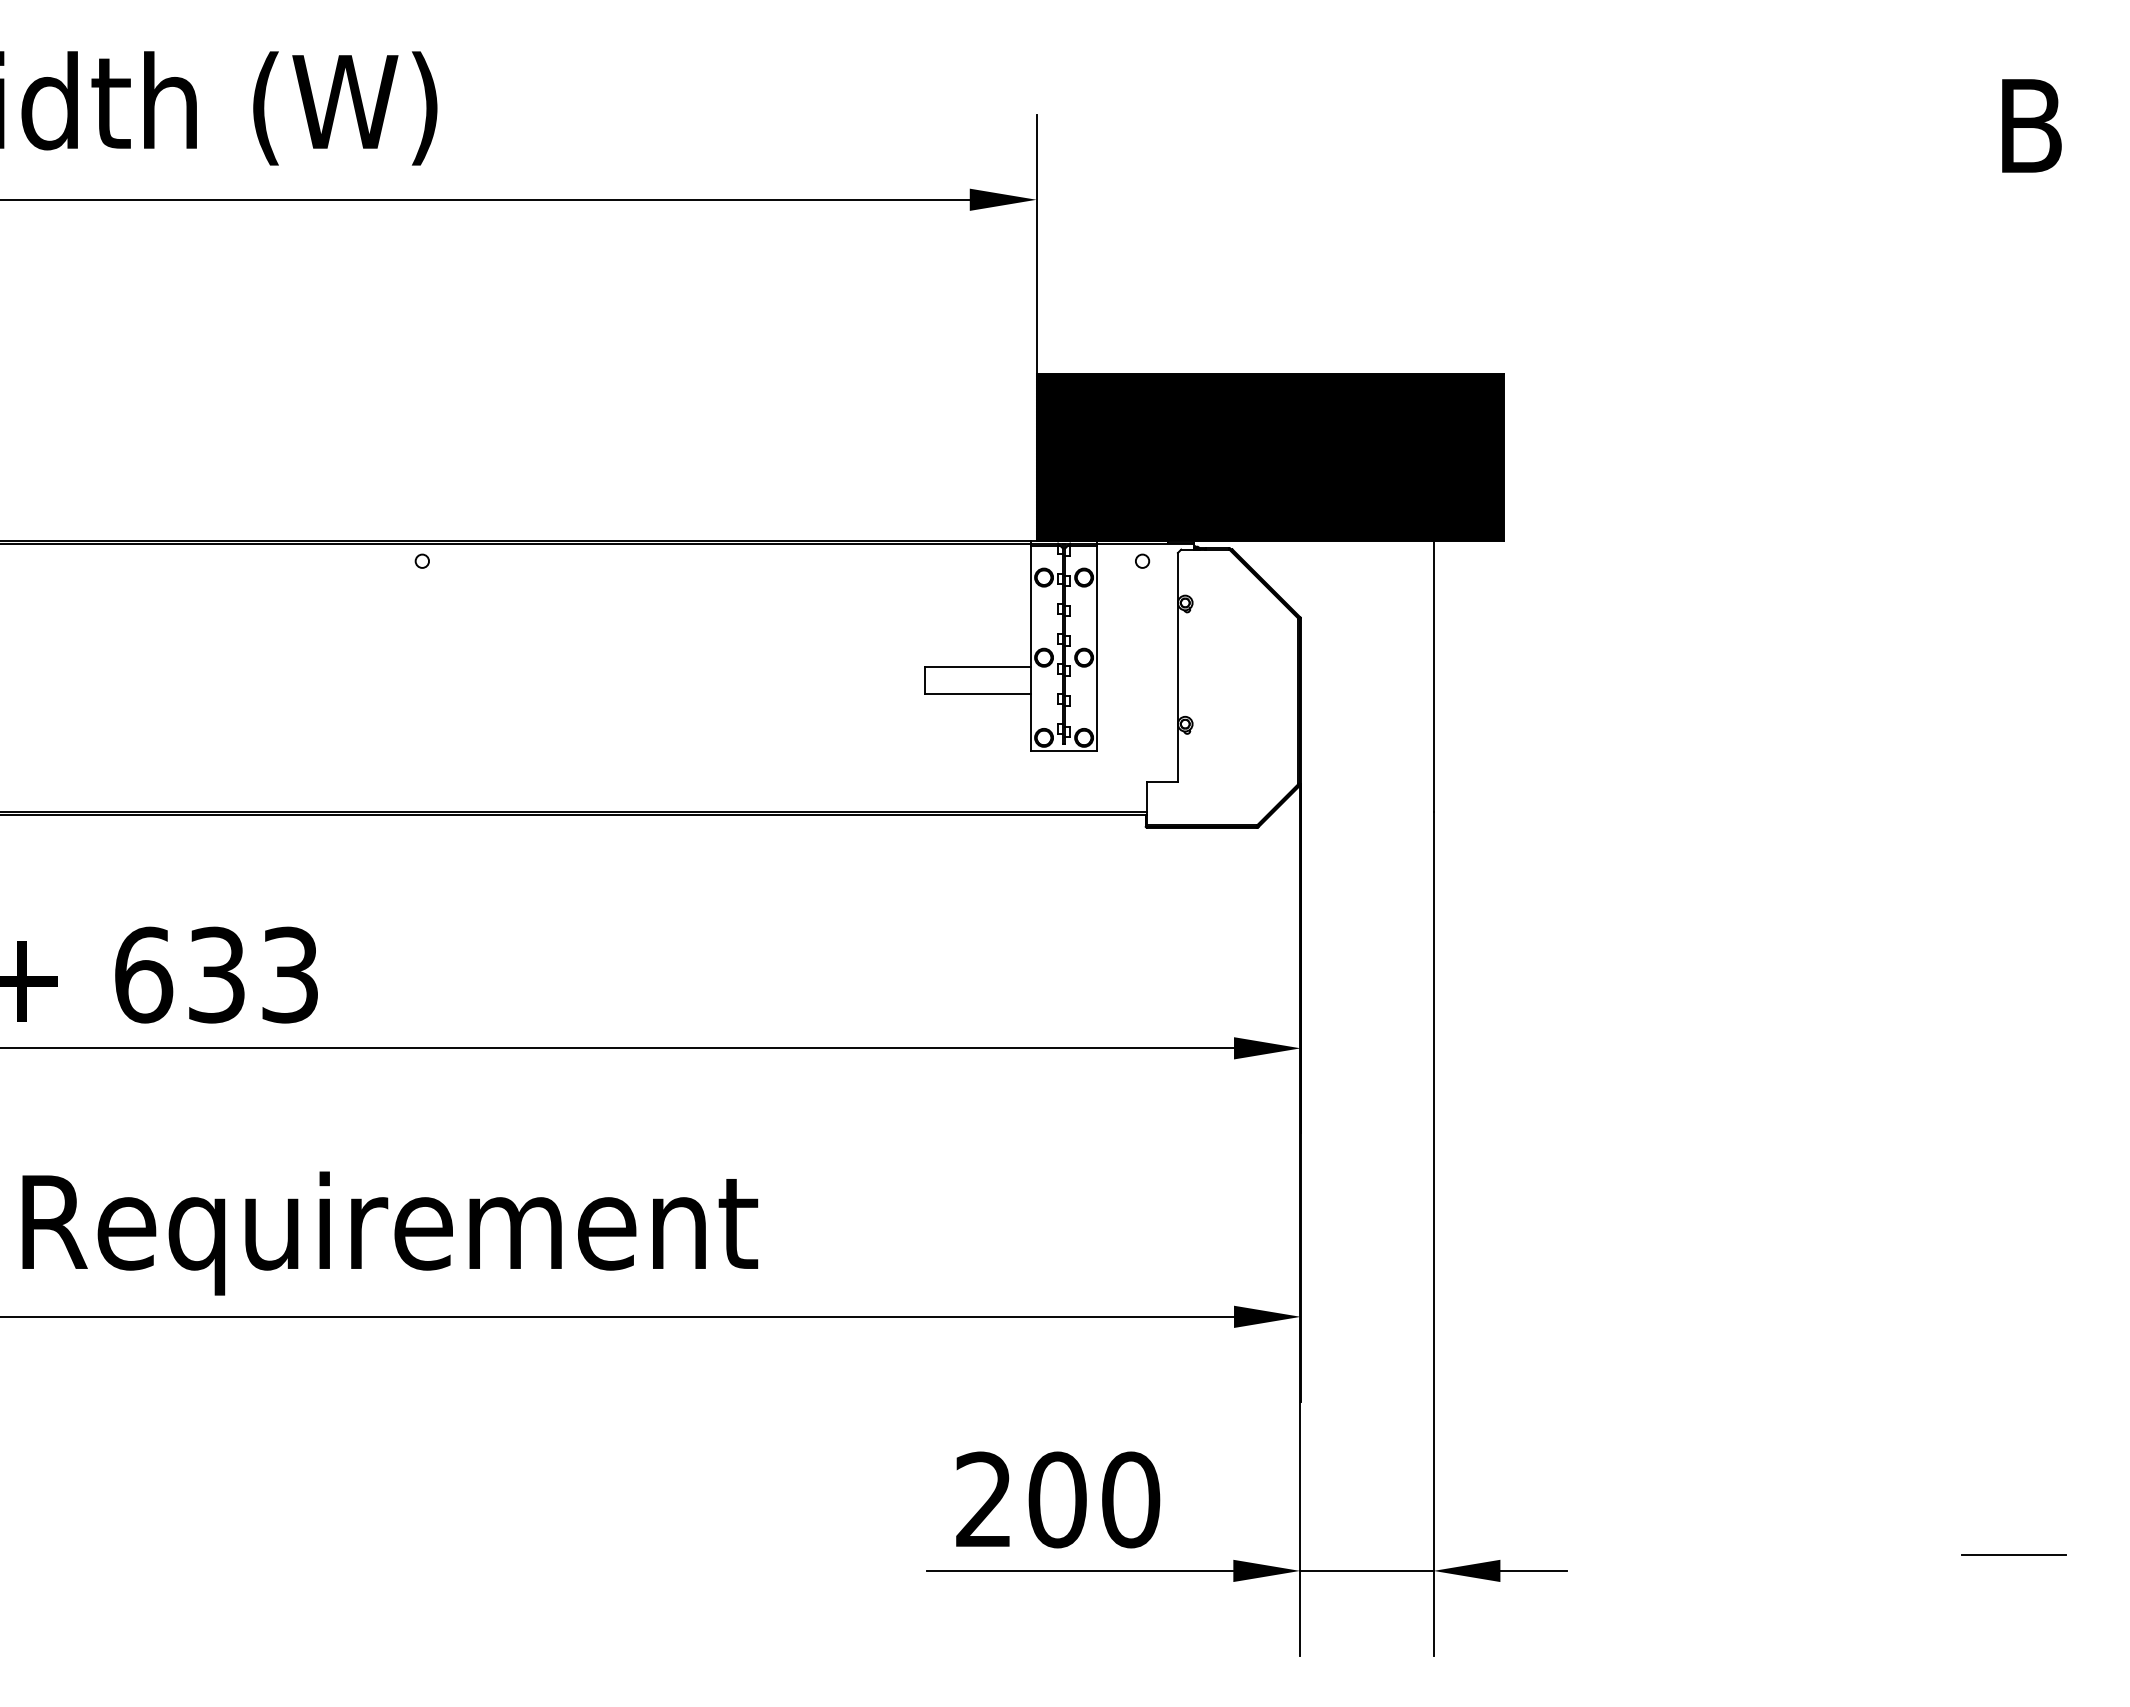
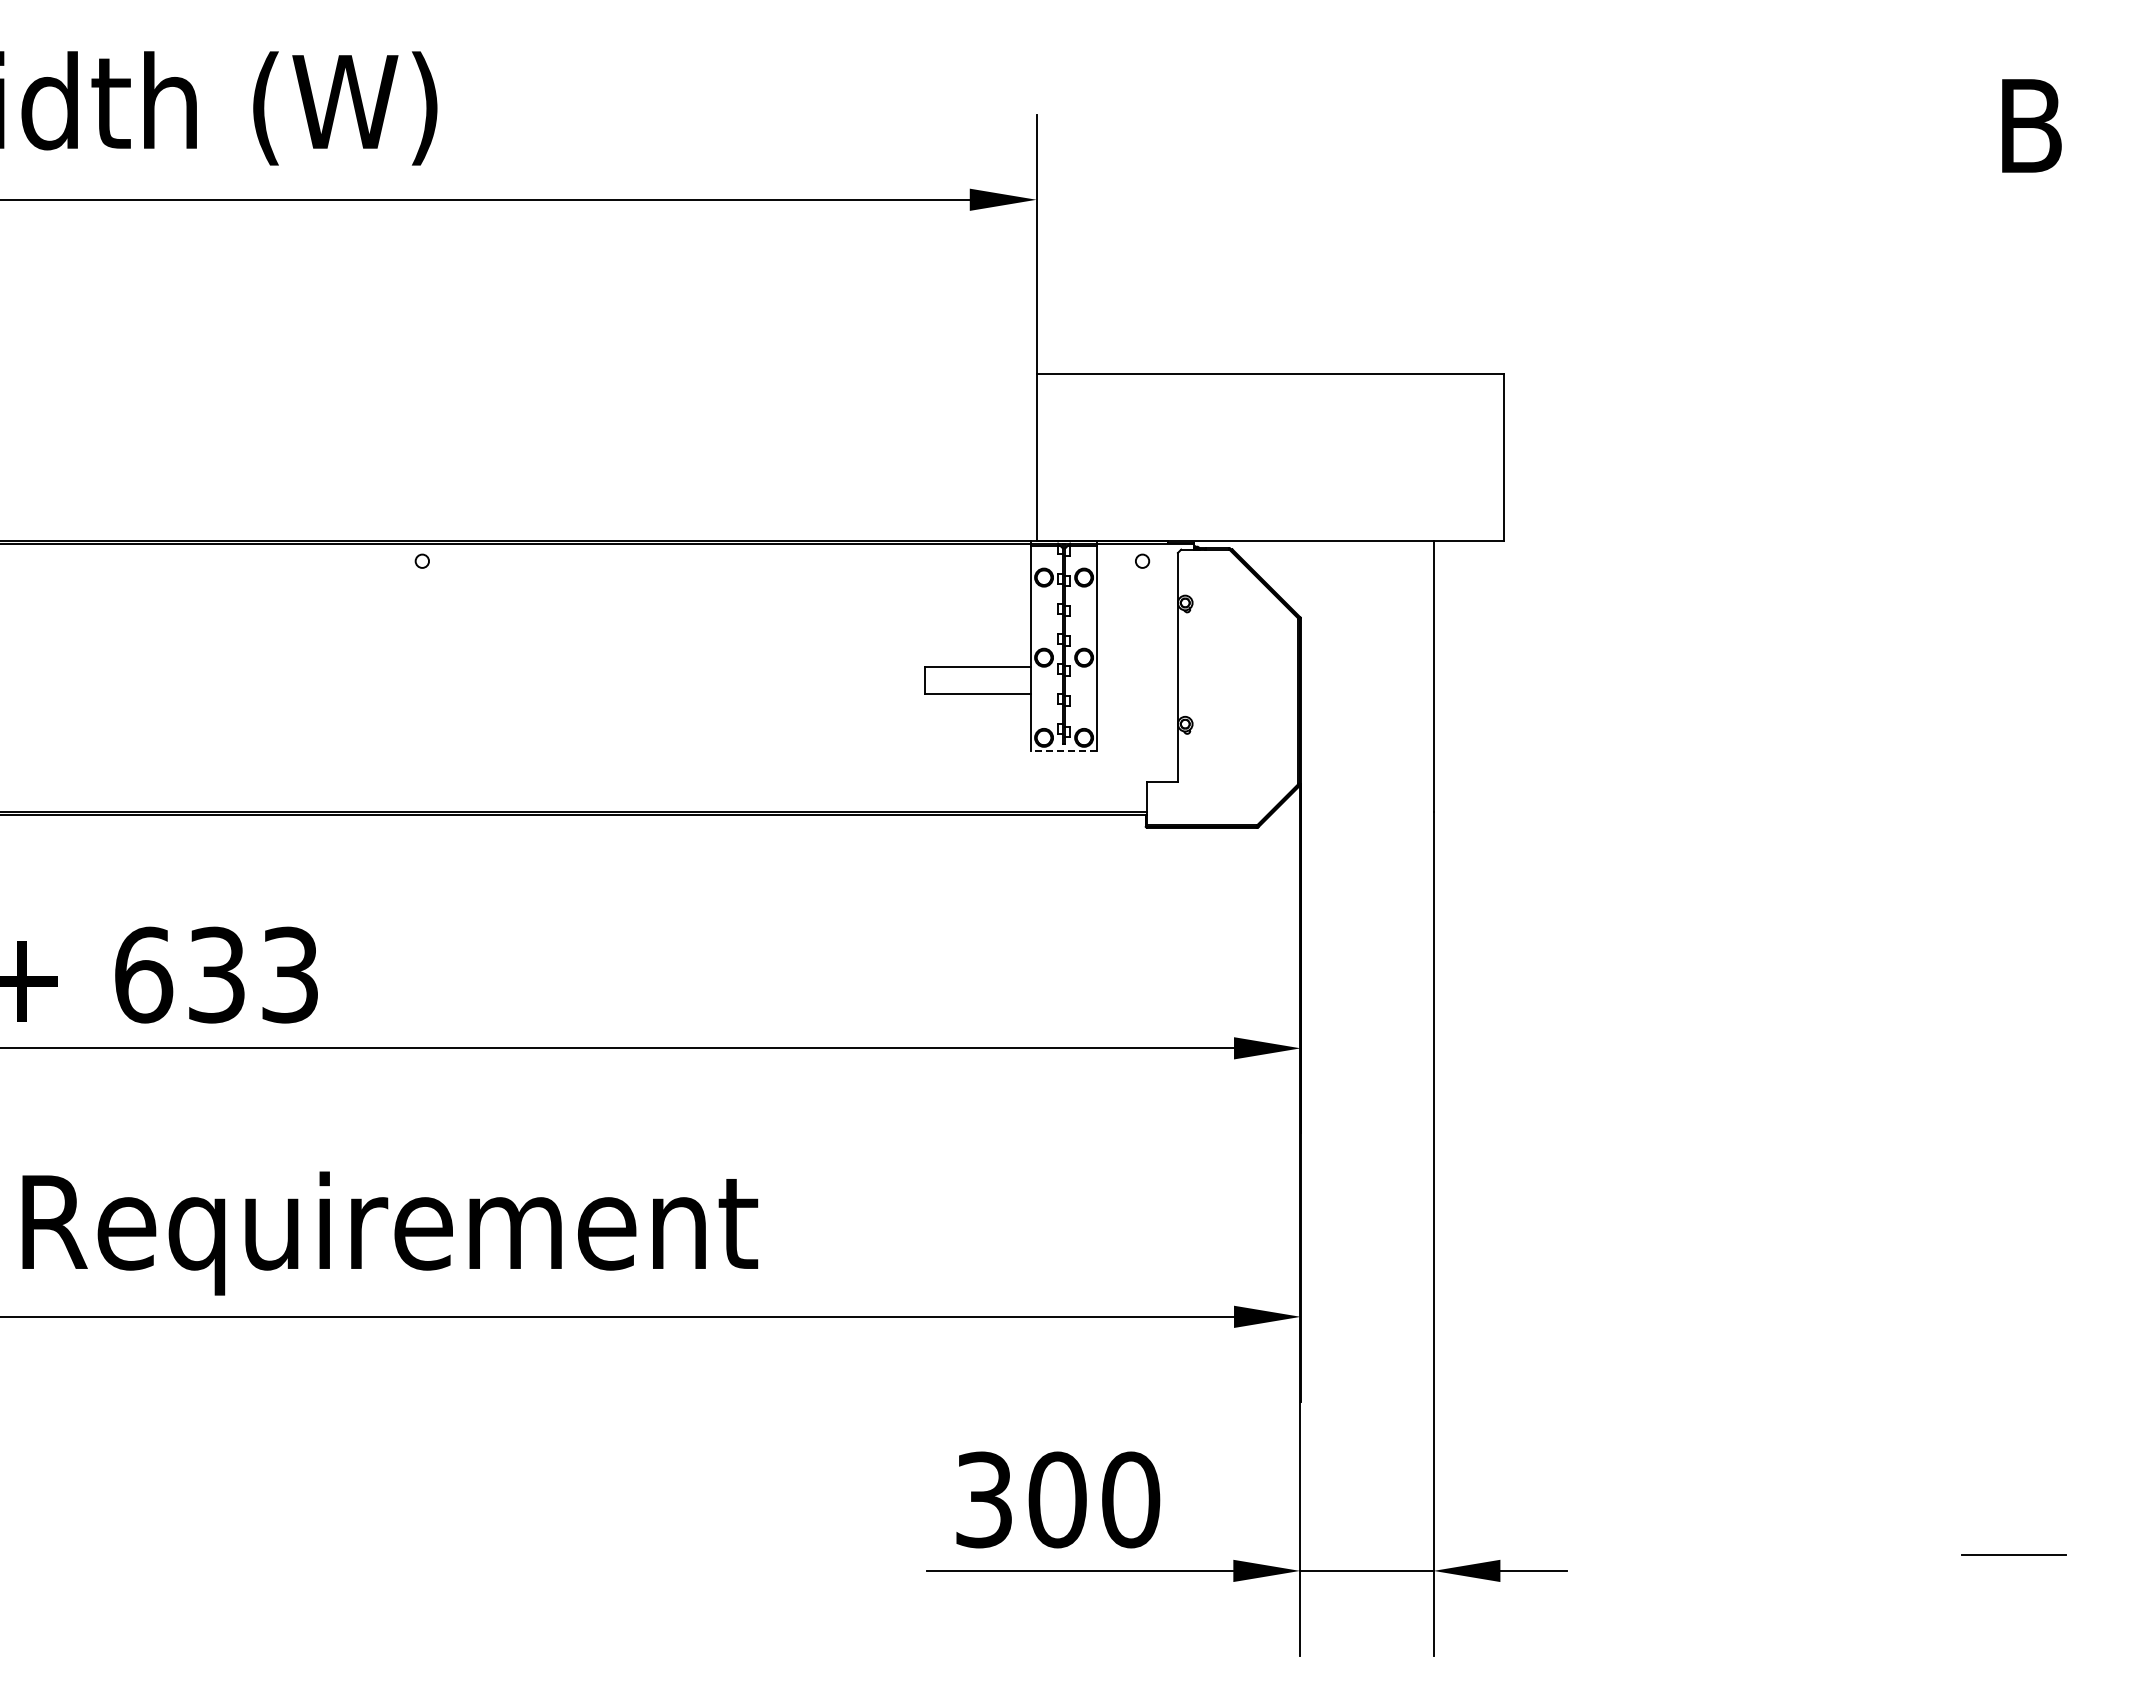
hatch at (1269, 457): present -> none
line at (1063, 751): solid -> dashed
text at (983, 1499): 200 -> 300
